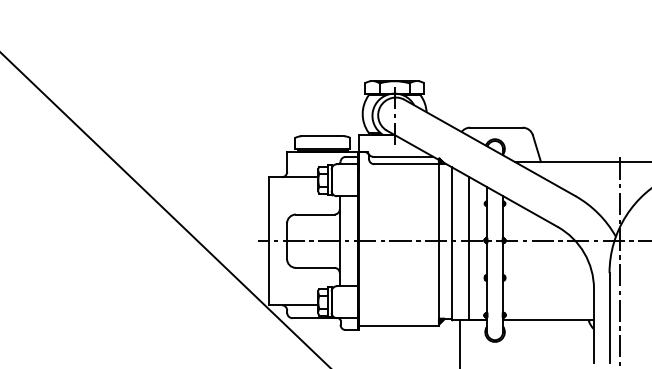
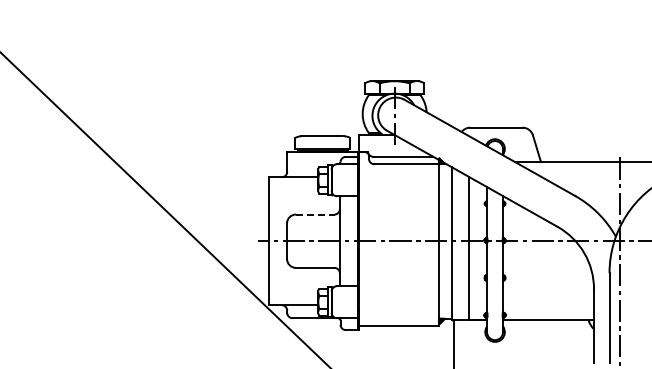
line at (315, 214): solid -> dashed
line at (459, 342) position: (459, 342) -> (453, 342)
